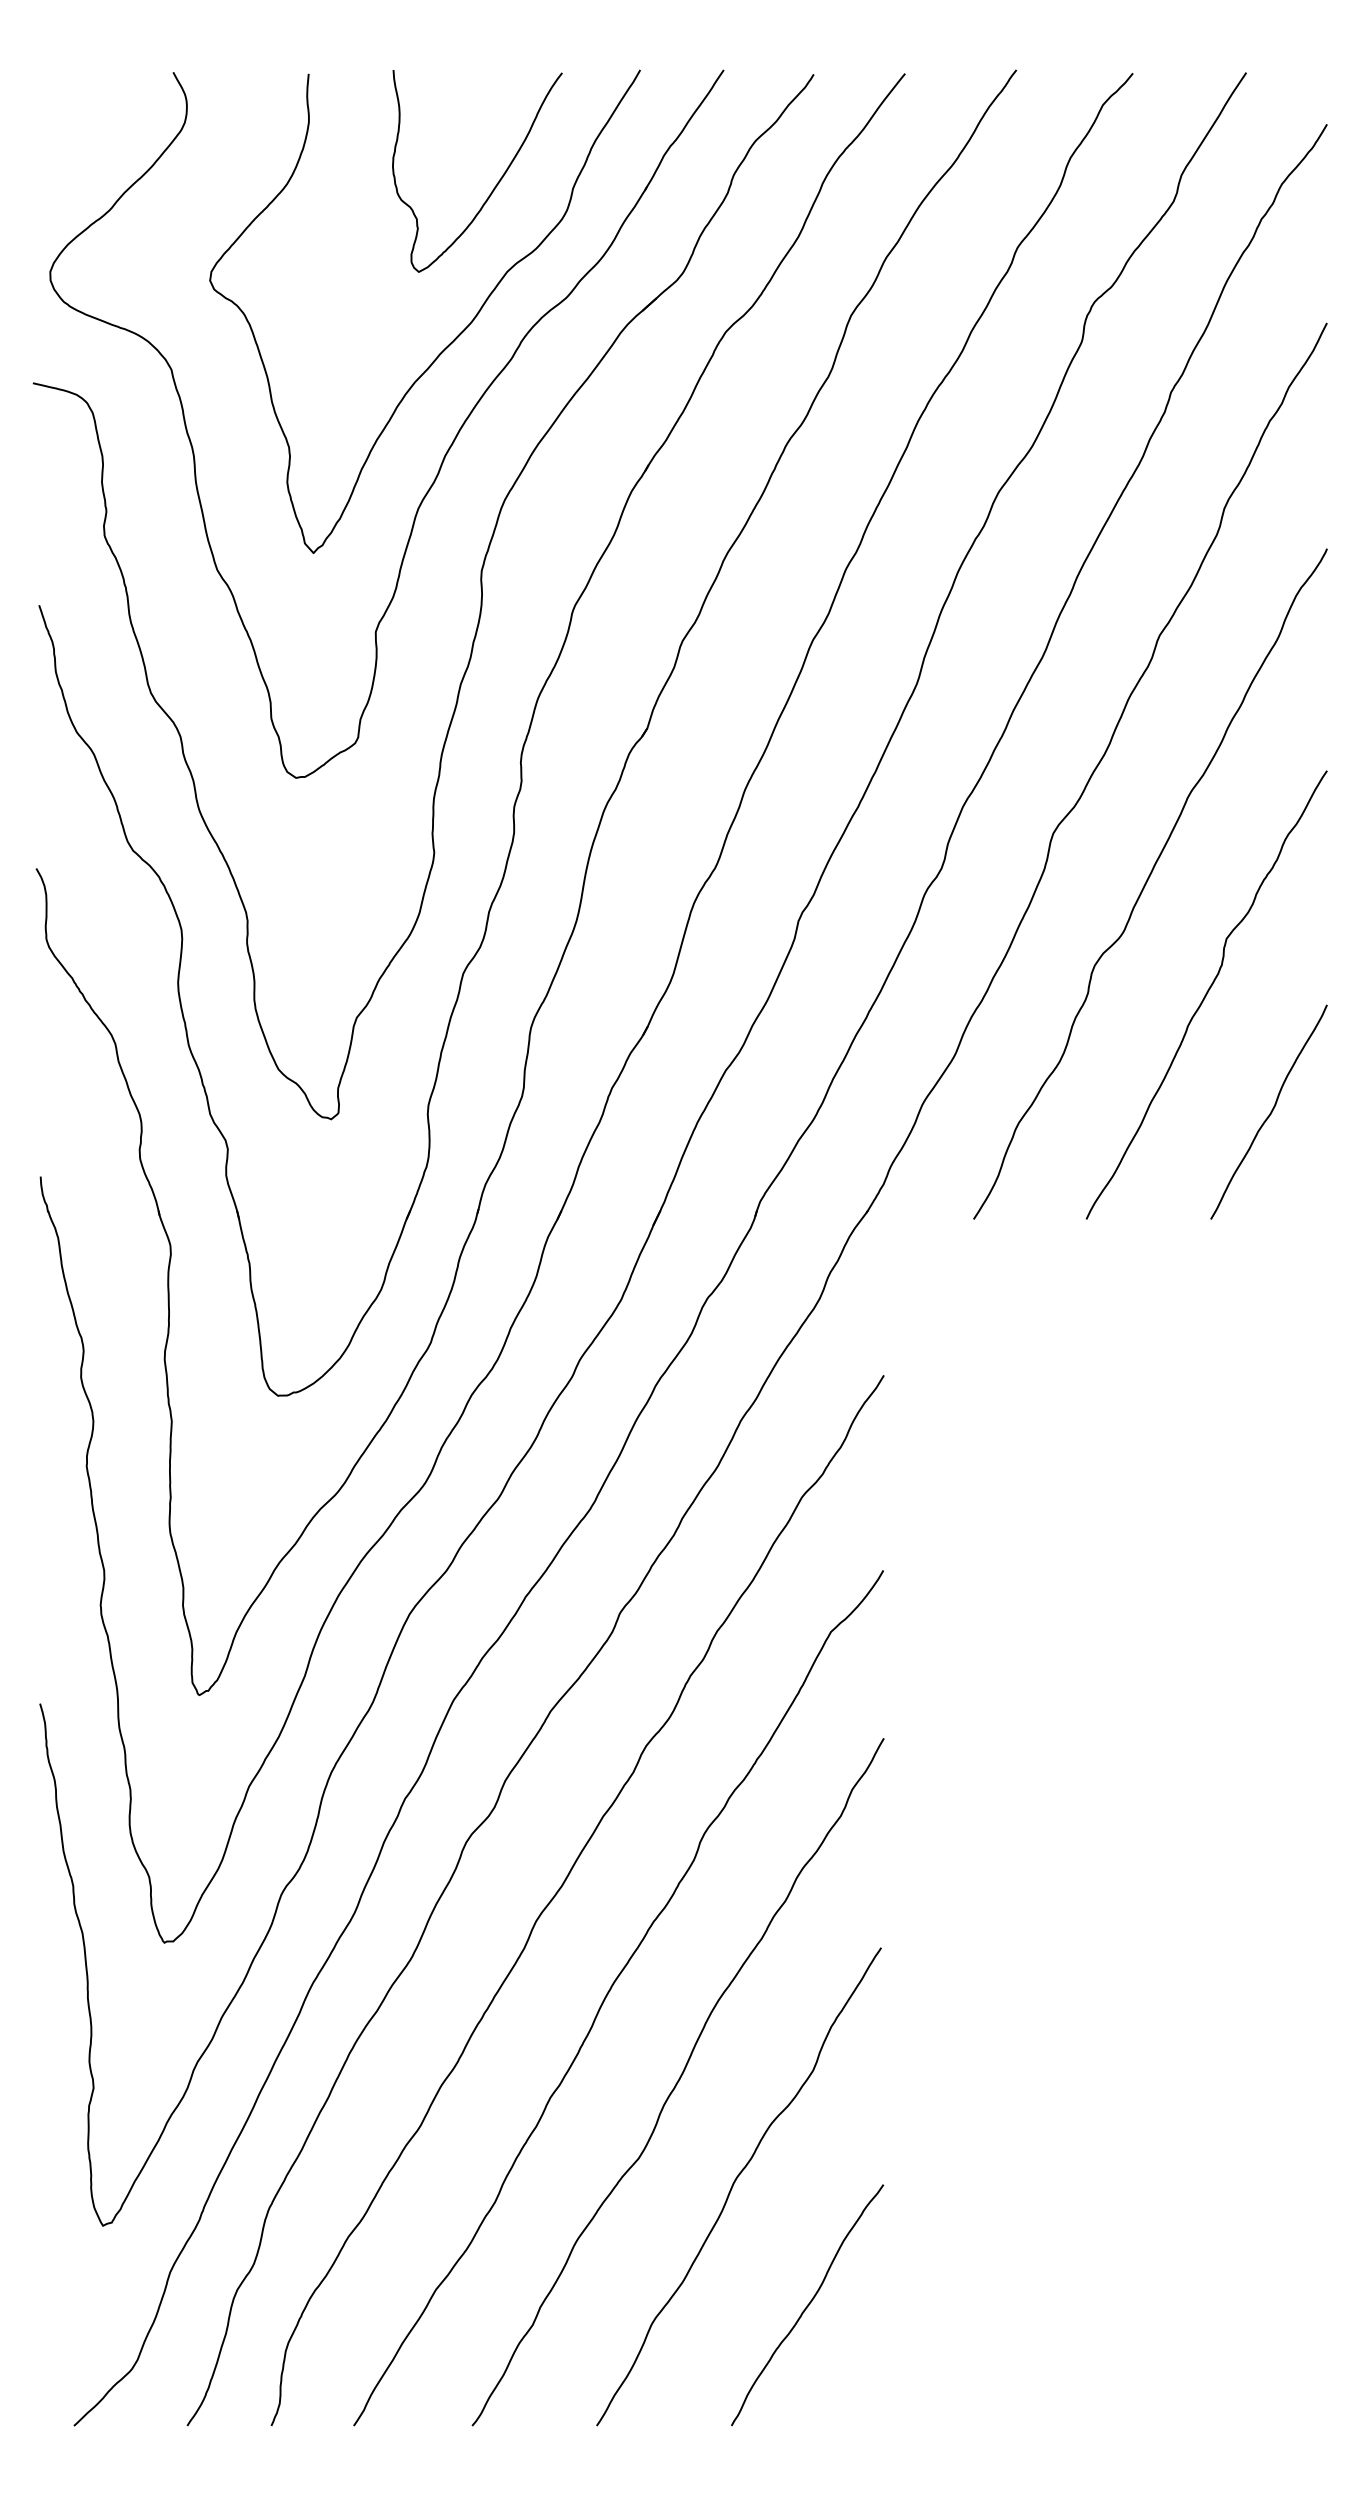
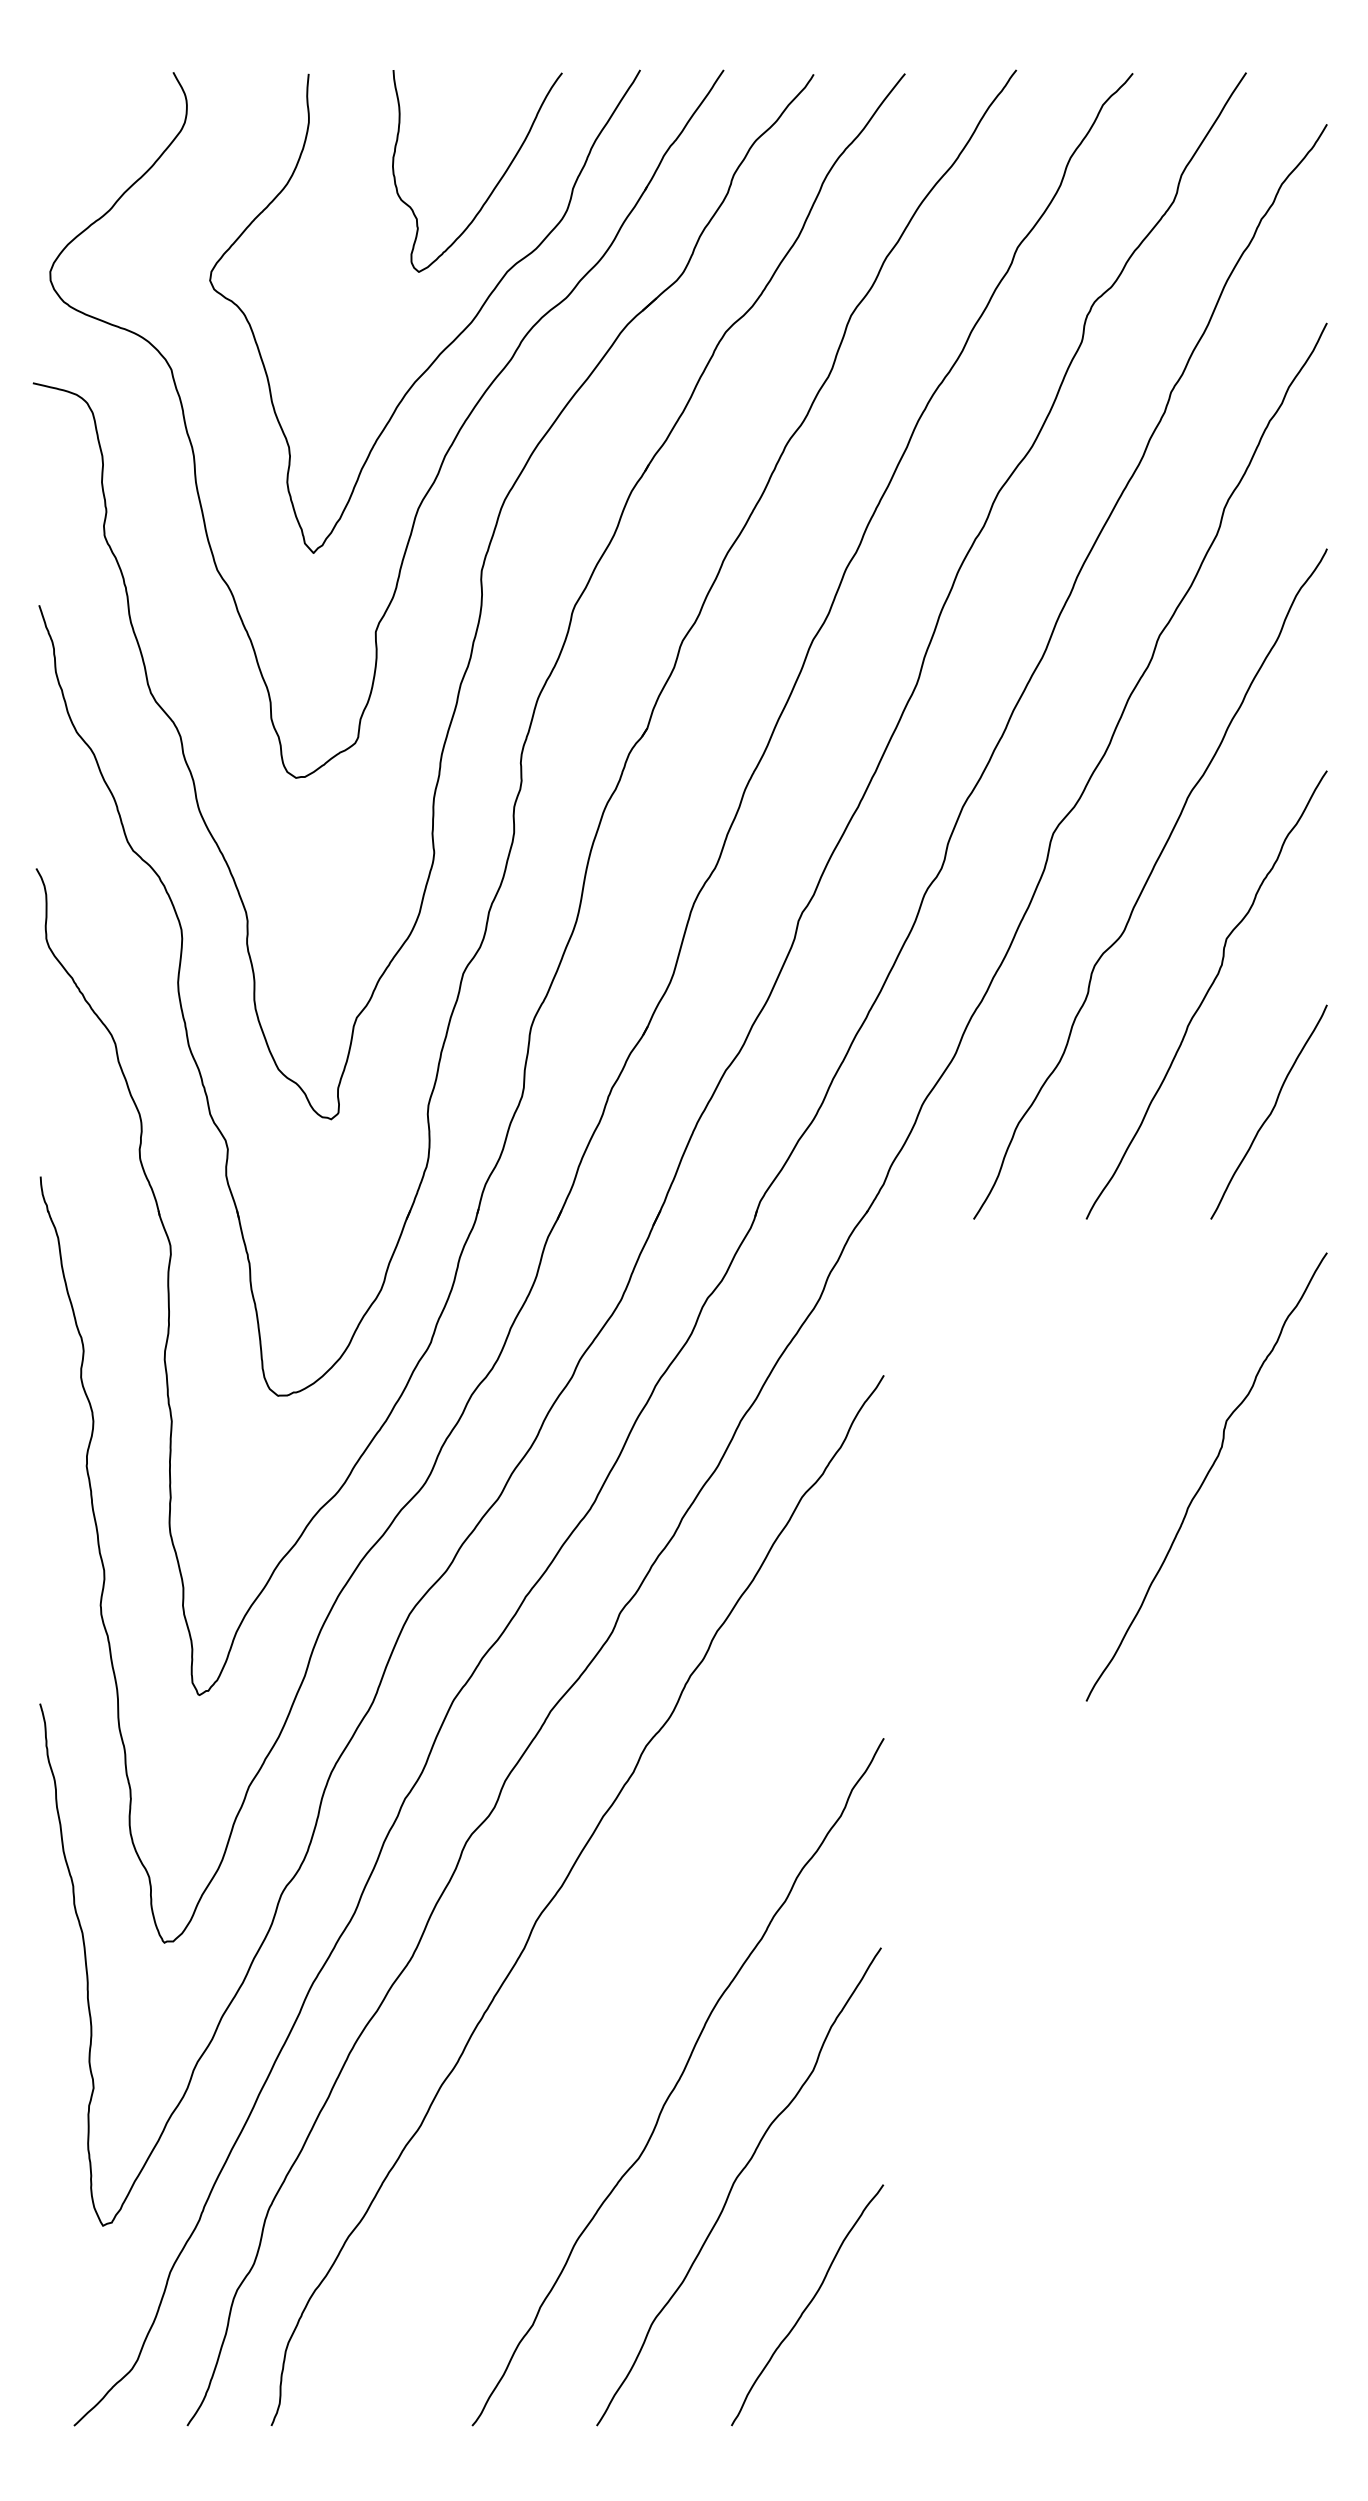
curve at (1206, 1476): none -> present
curve at (610, 1991): present -> none
